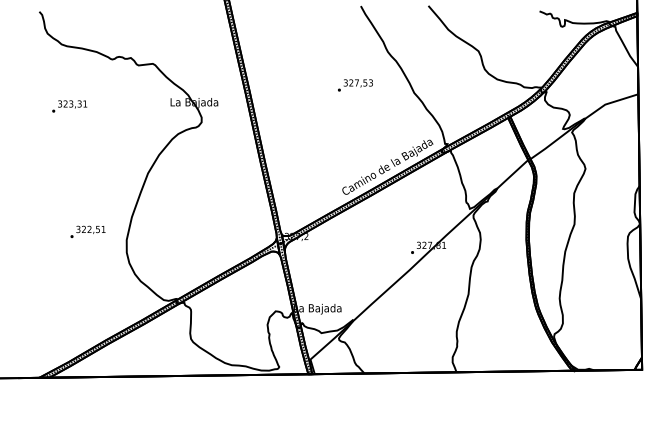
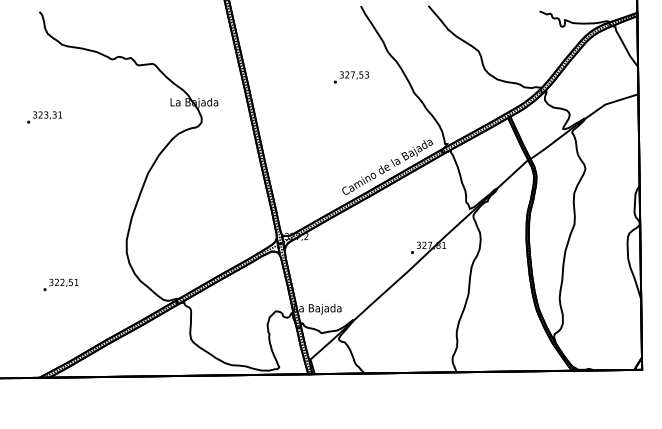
text at (355, 85) position: (355, 85) -> (351, 77)
text at (69, 106) position: (69, 106) -> (44, 117)
text at (87, 231) position: (87, 231) -> (60, 284)
